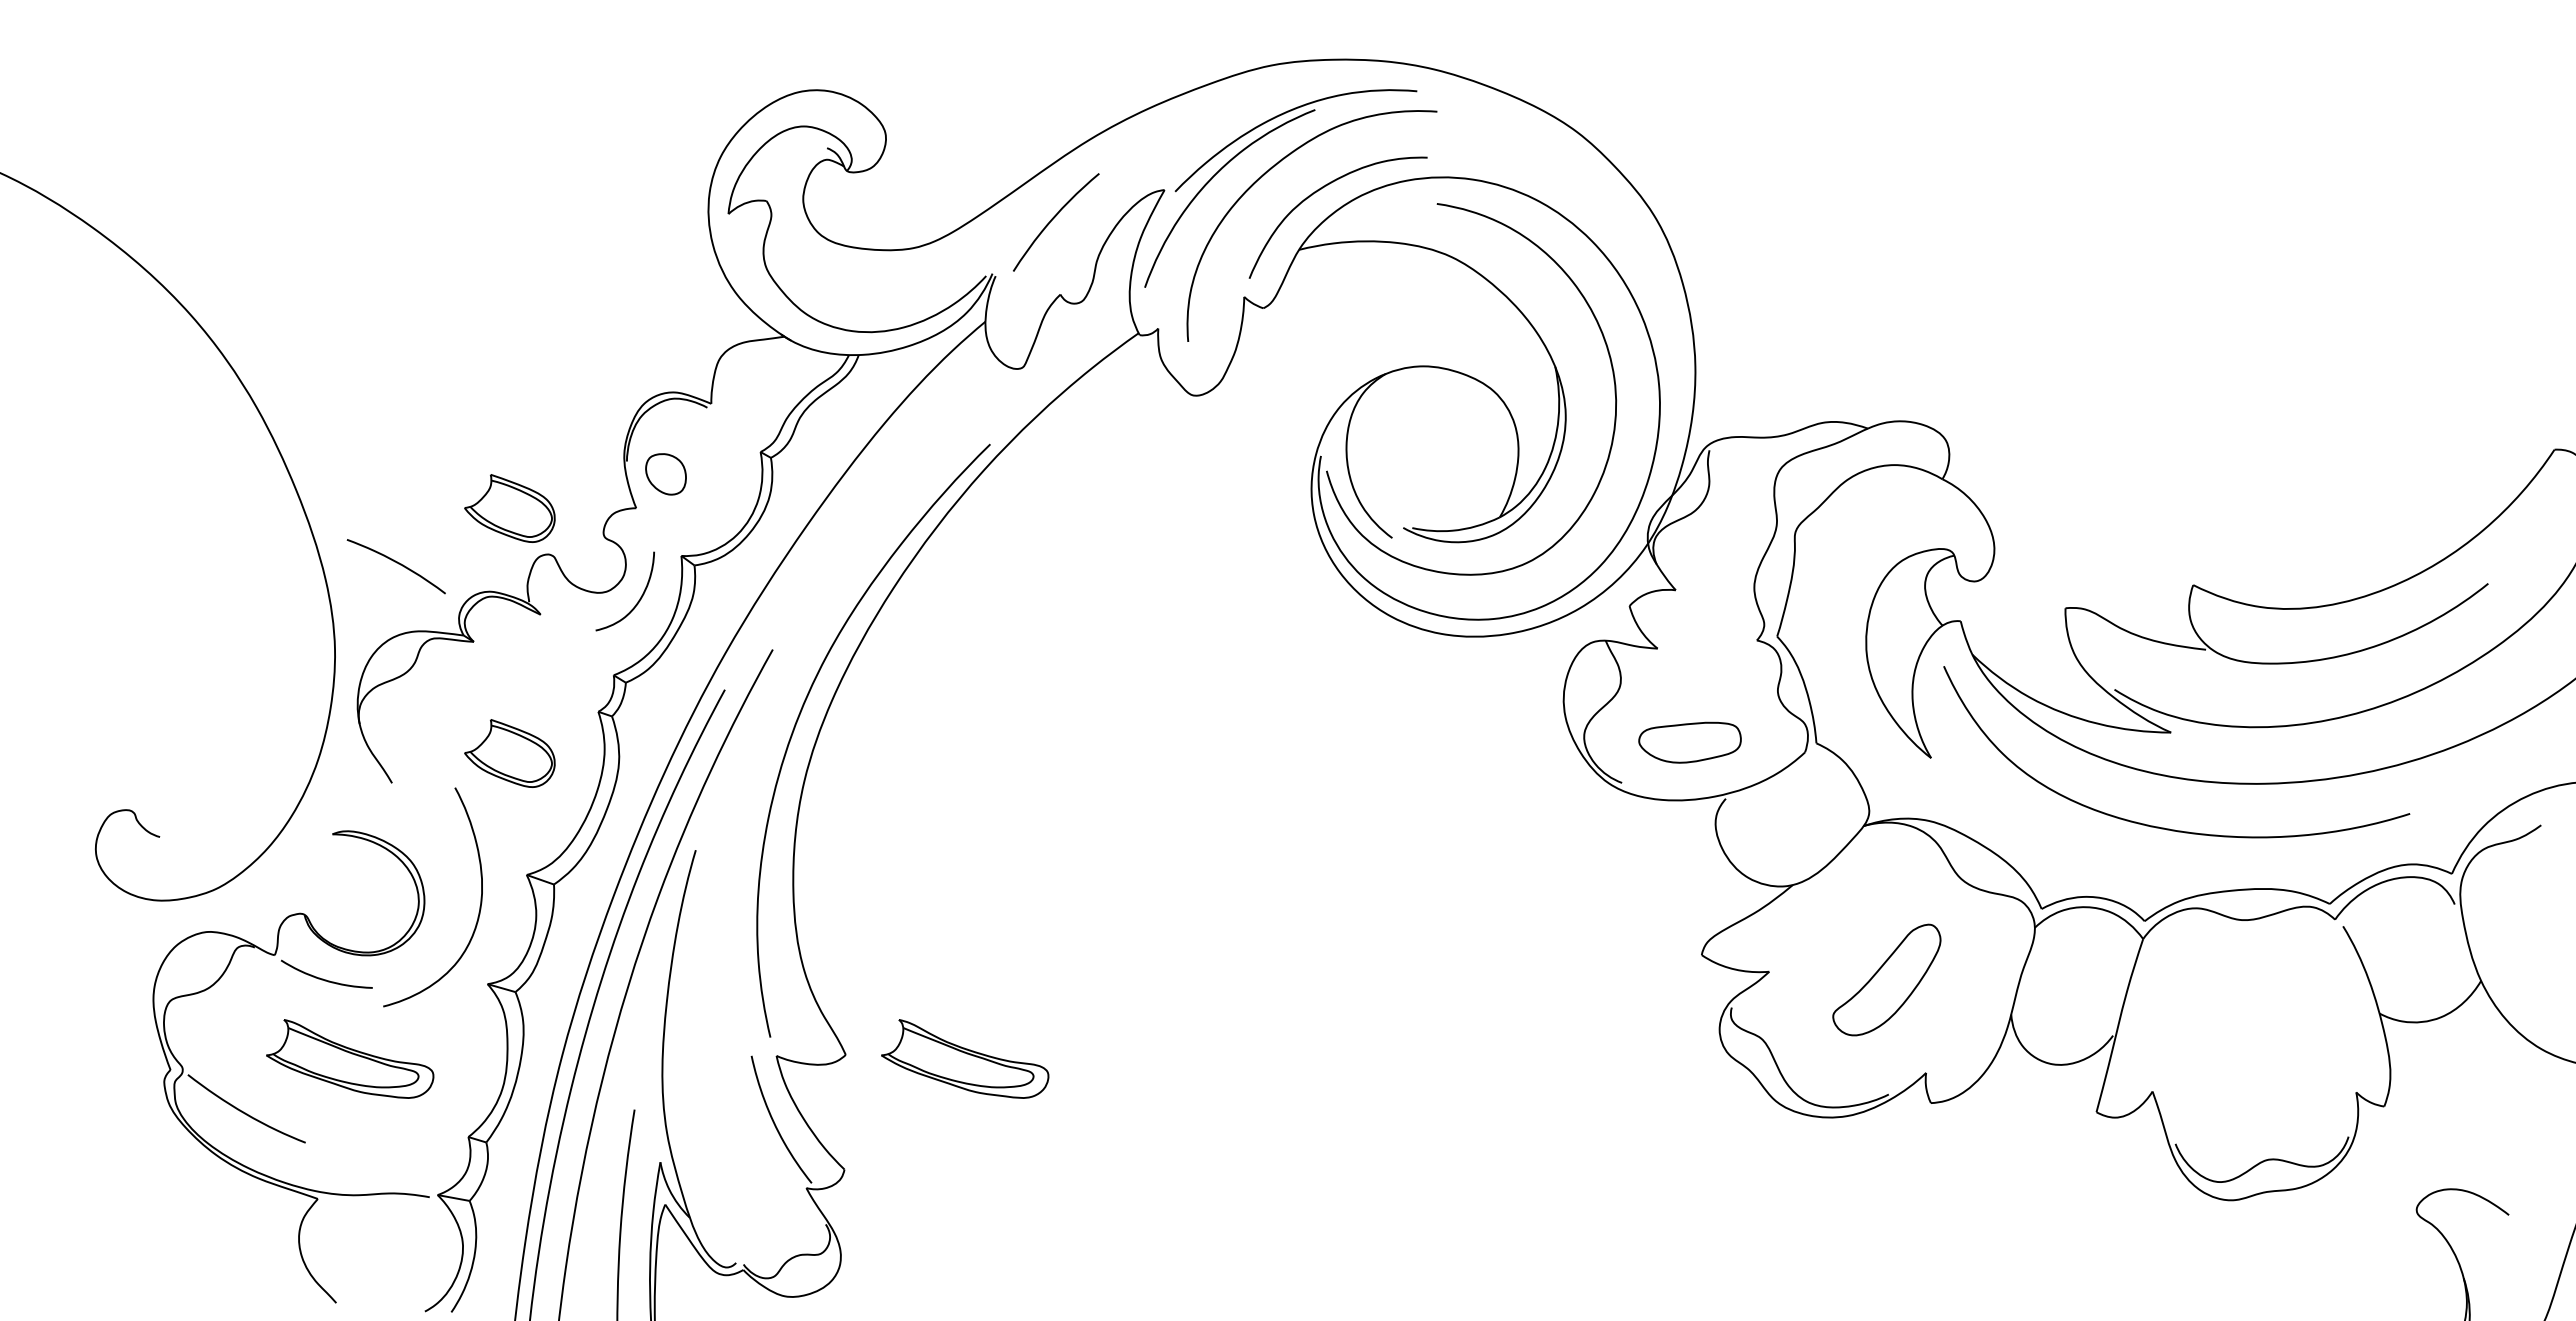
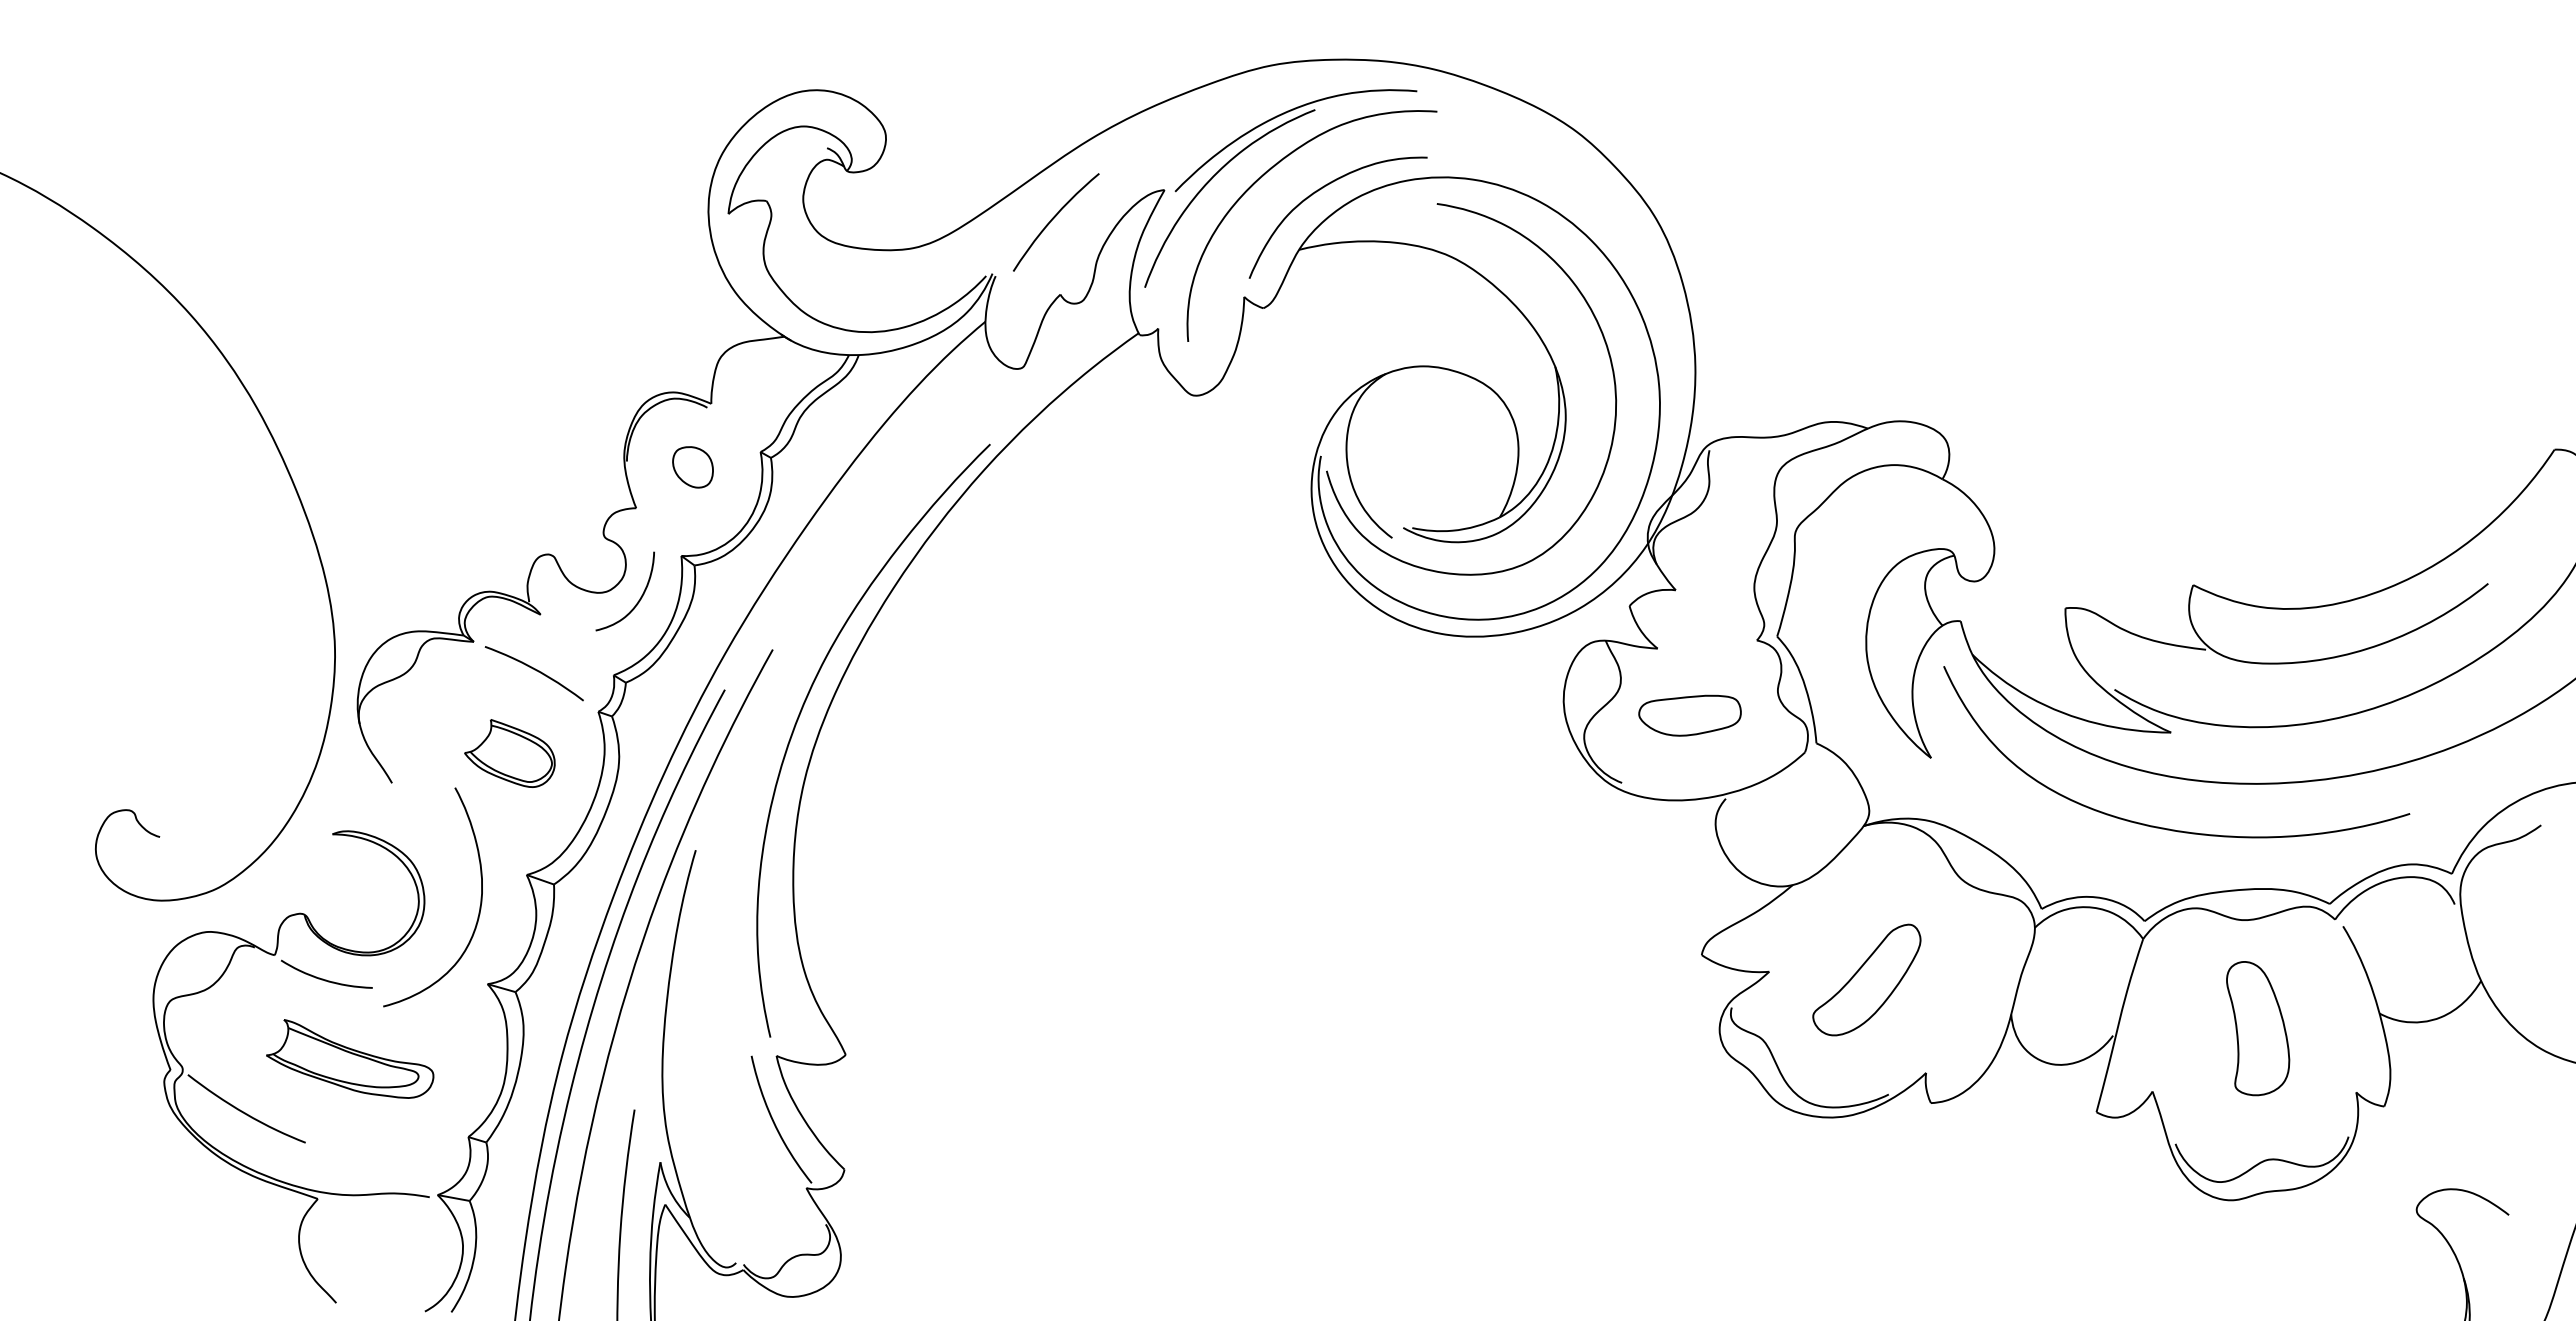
part at (665, 474) position: (665, 474) -> (692, 467)
part at (509, 508): present -> none
curve at (396, 563) position: (396, 563) -> (534, 670)
part at (1689, 742) position: (1689, 742) -> (1689, 715)
part at (1886, 979) position: (1886, 979) -> (1866, 979)
part at (2258, 1028): none -> present
part at (965, 1058): present -> none
